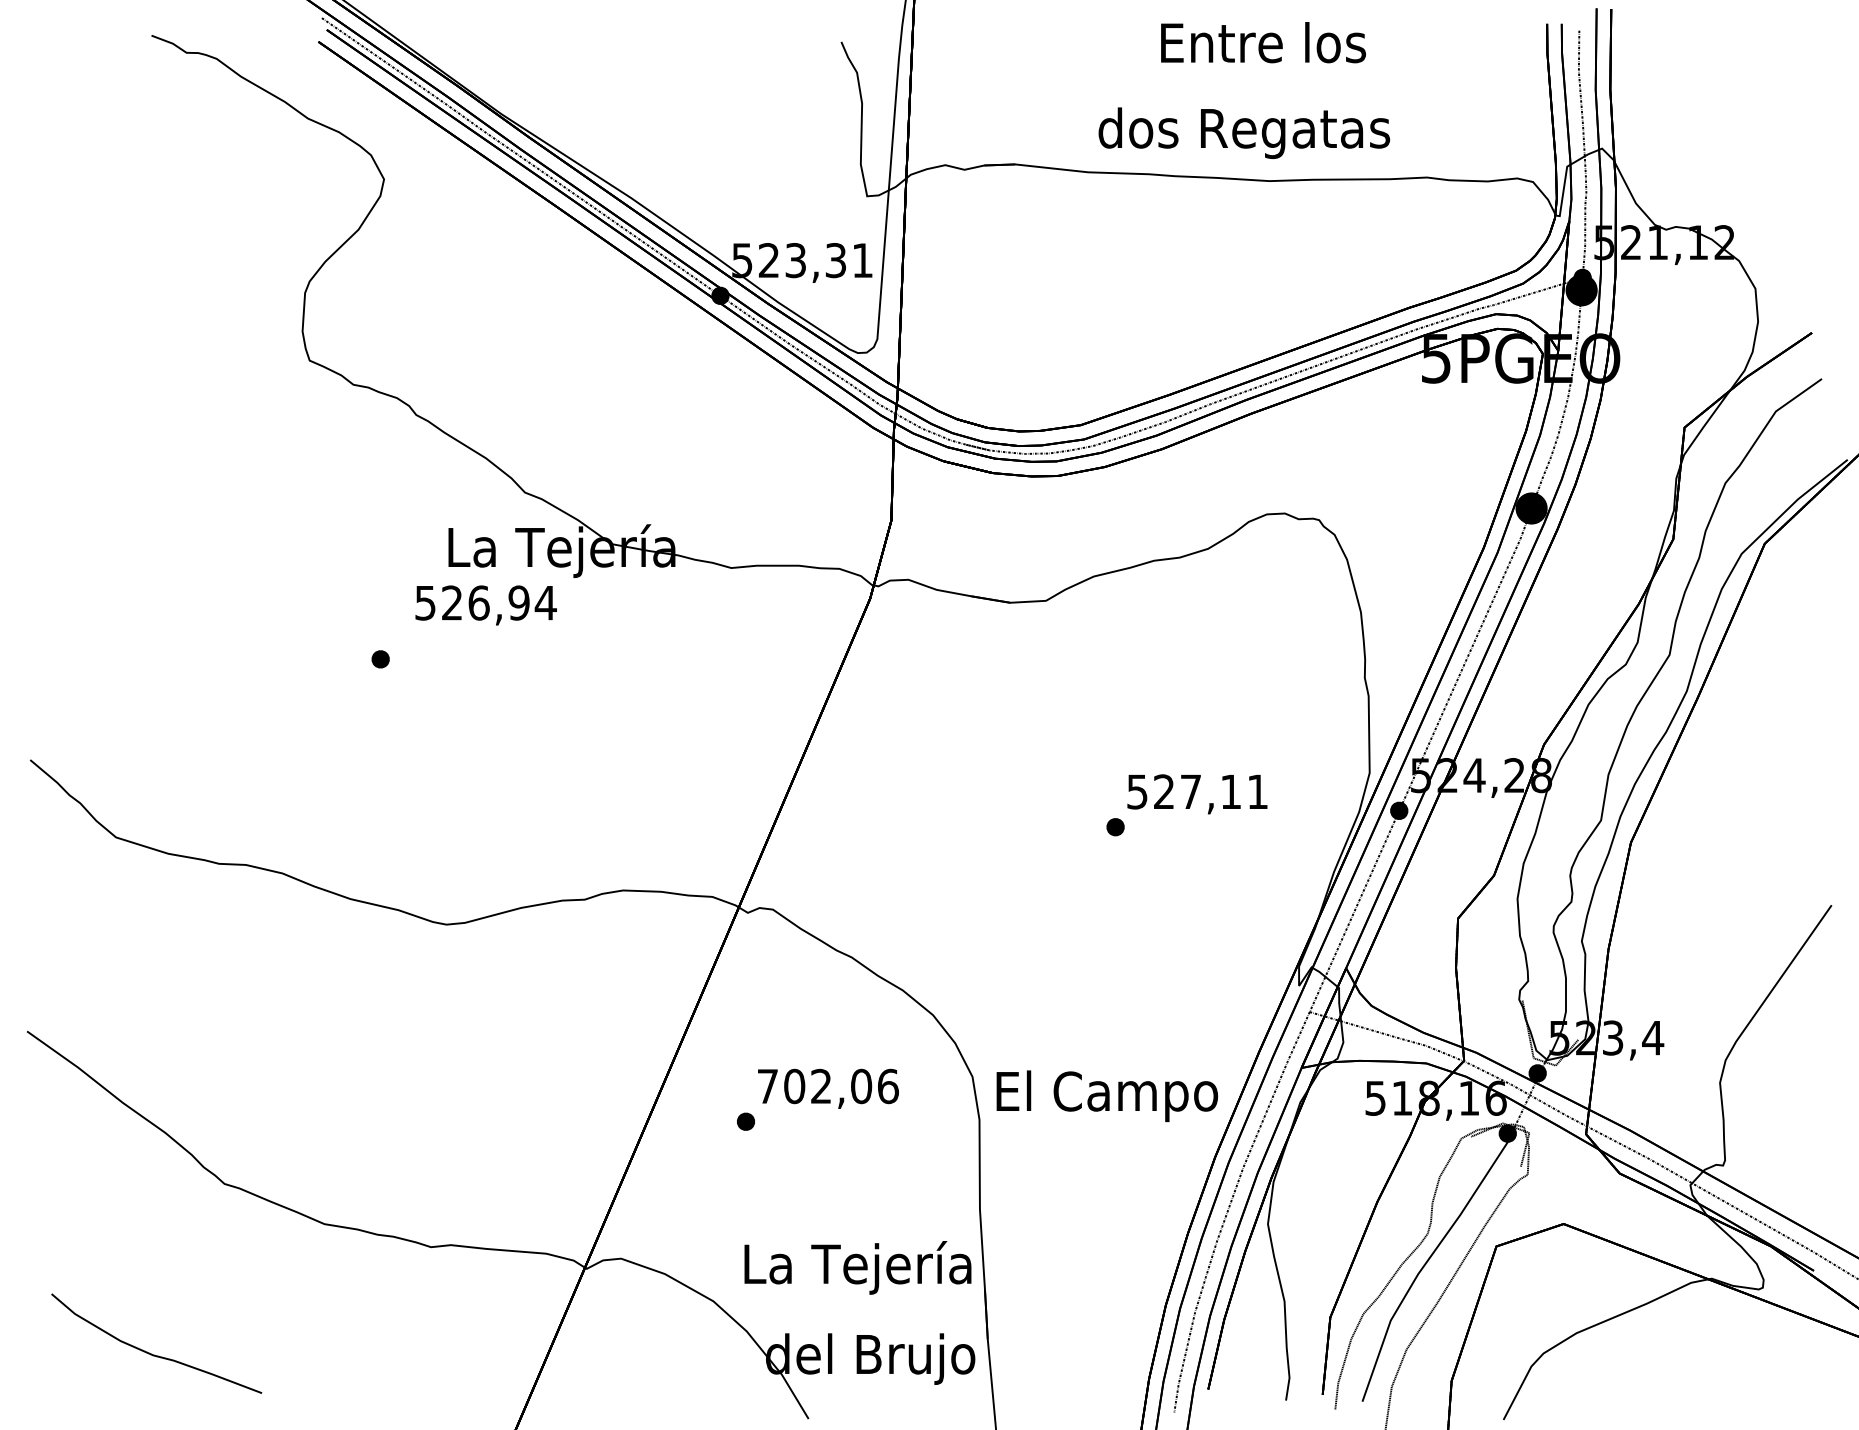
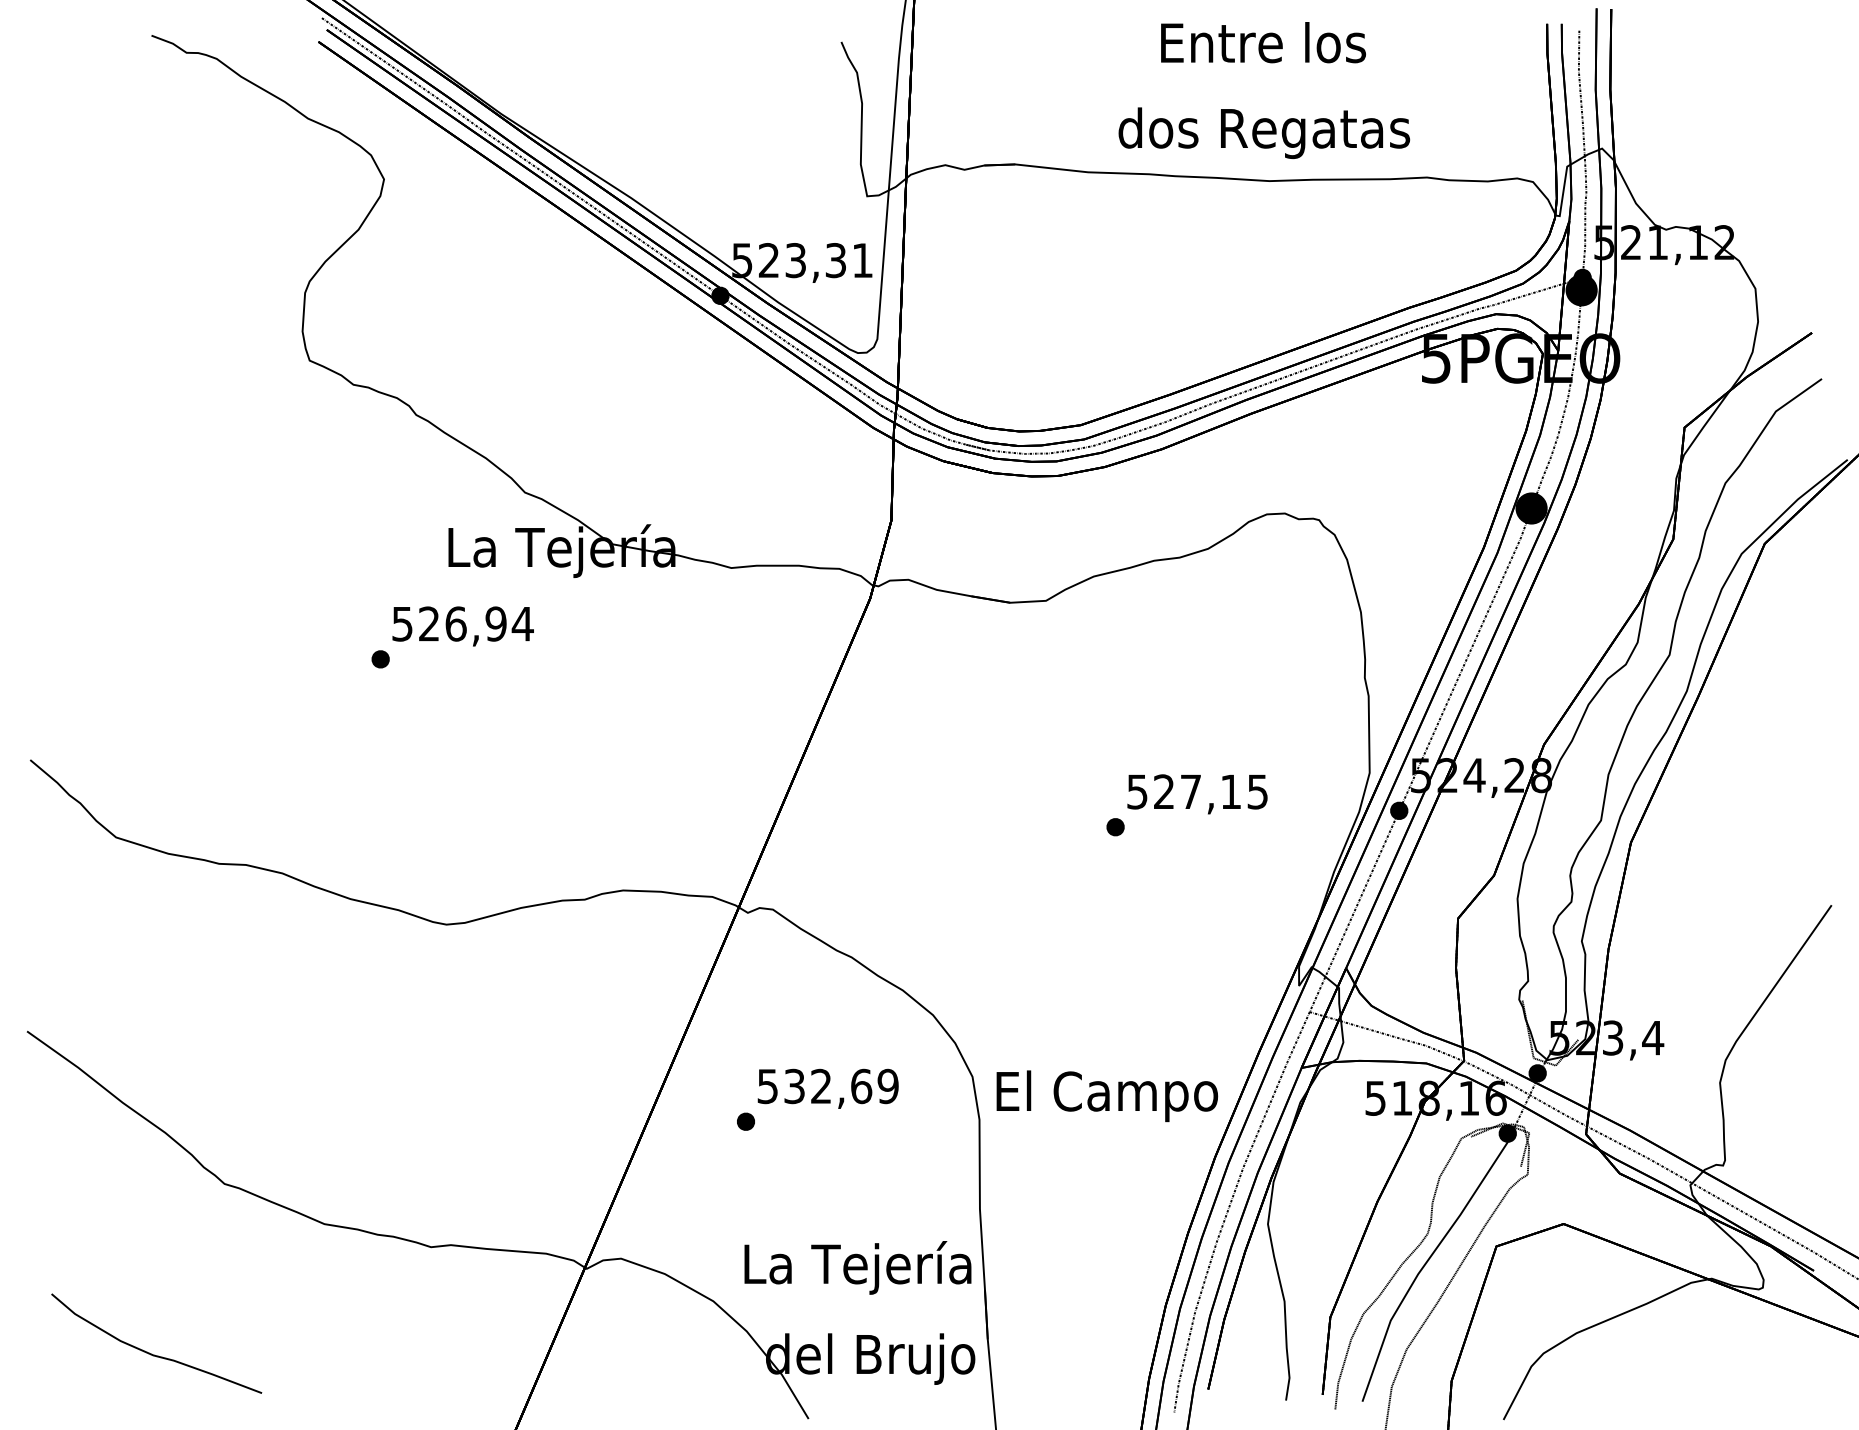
text at (1244, 132) position: (1244, 132) -> (1264, 132)
text at (485, 605) position: (485, 605) -> (462, 626)
text at (1257, 791): 527,11 -> 527,15
text at (827, 1086): 702,06 -> 532,69
